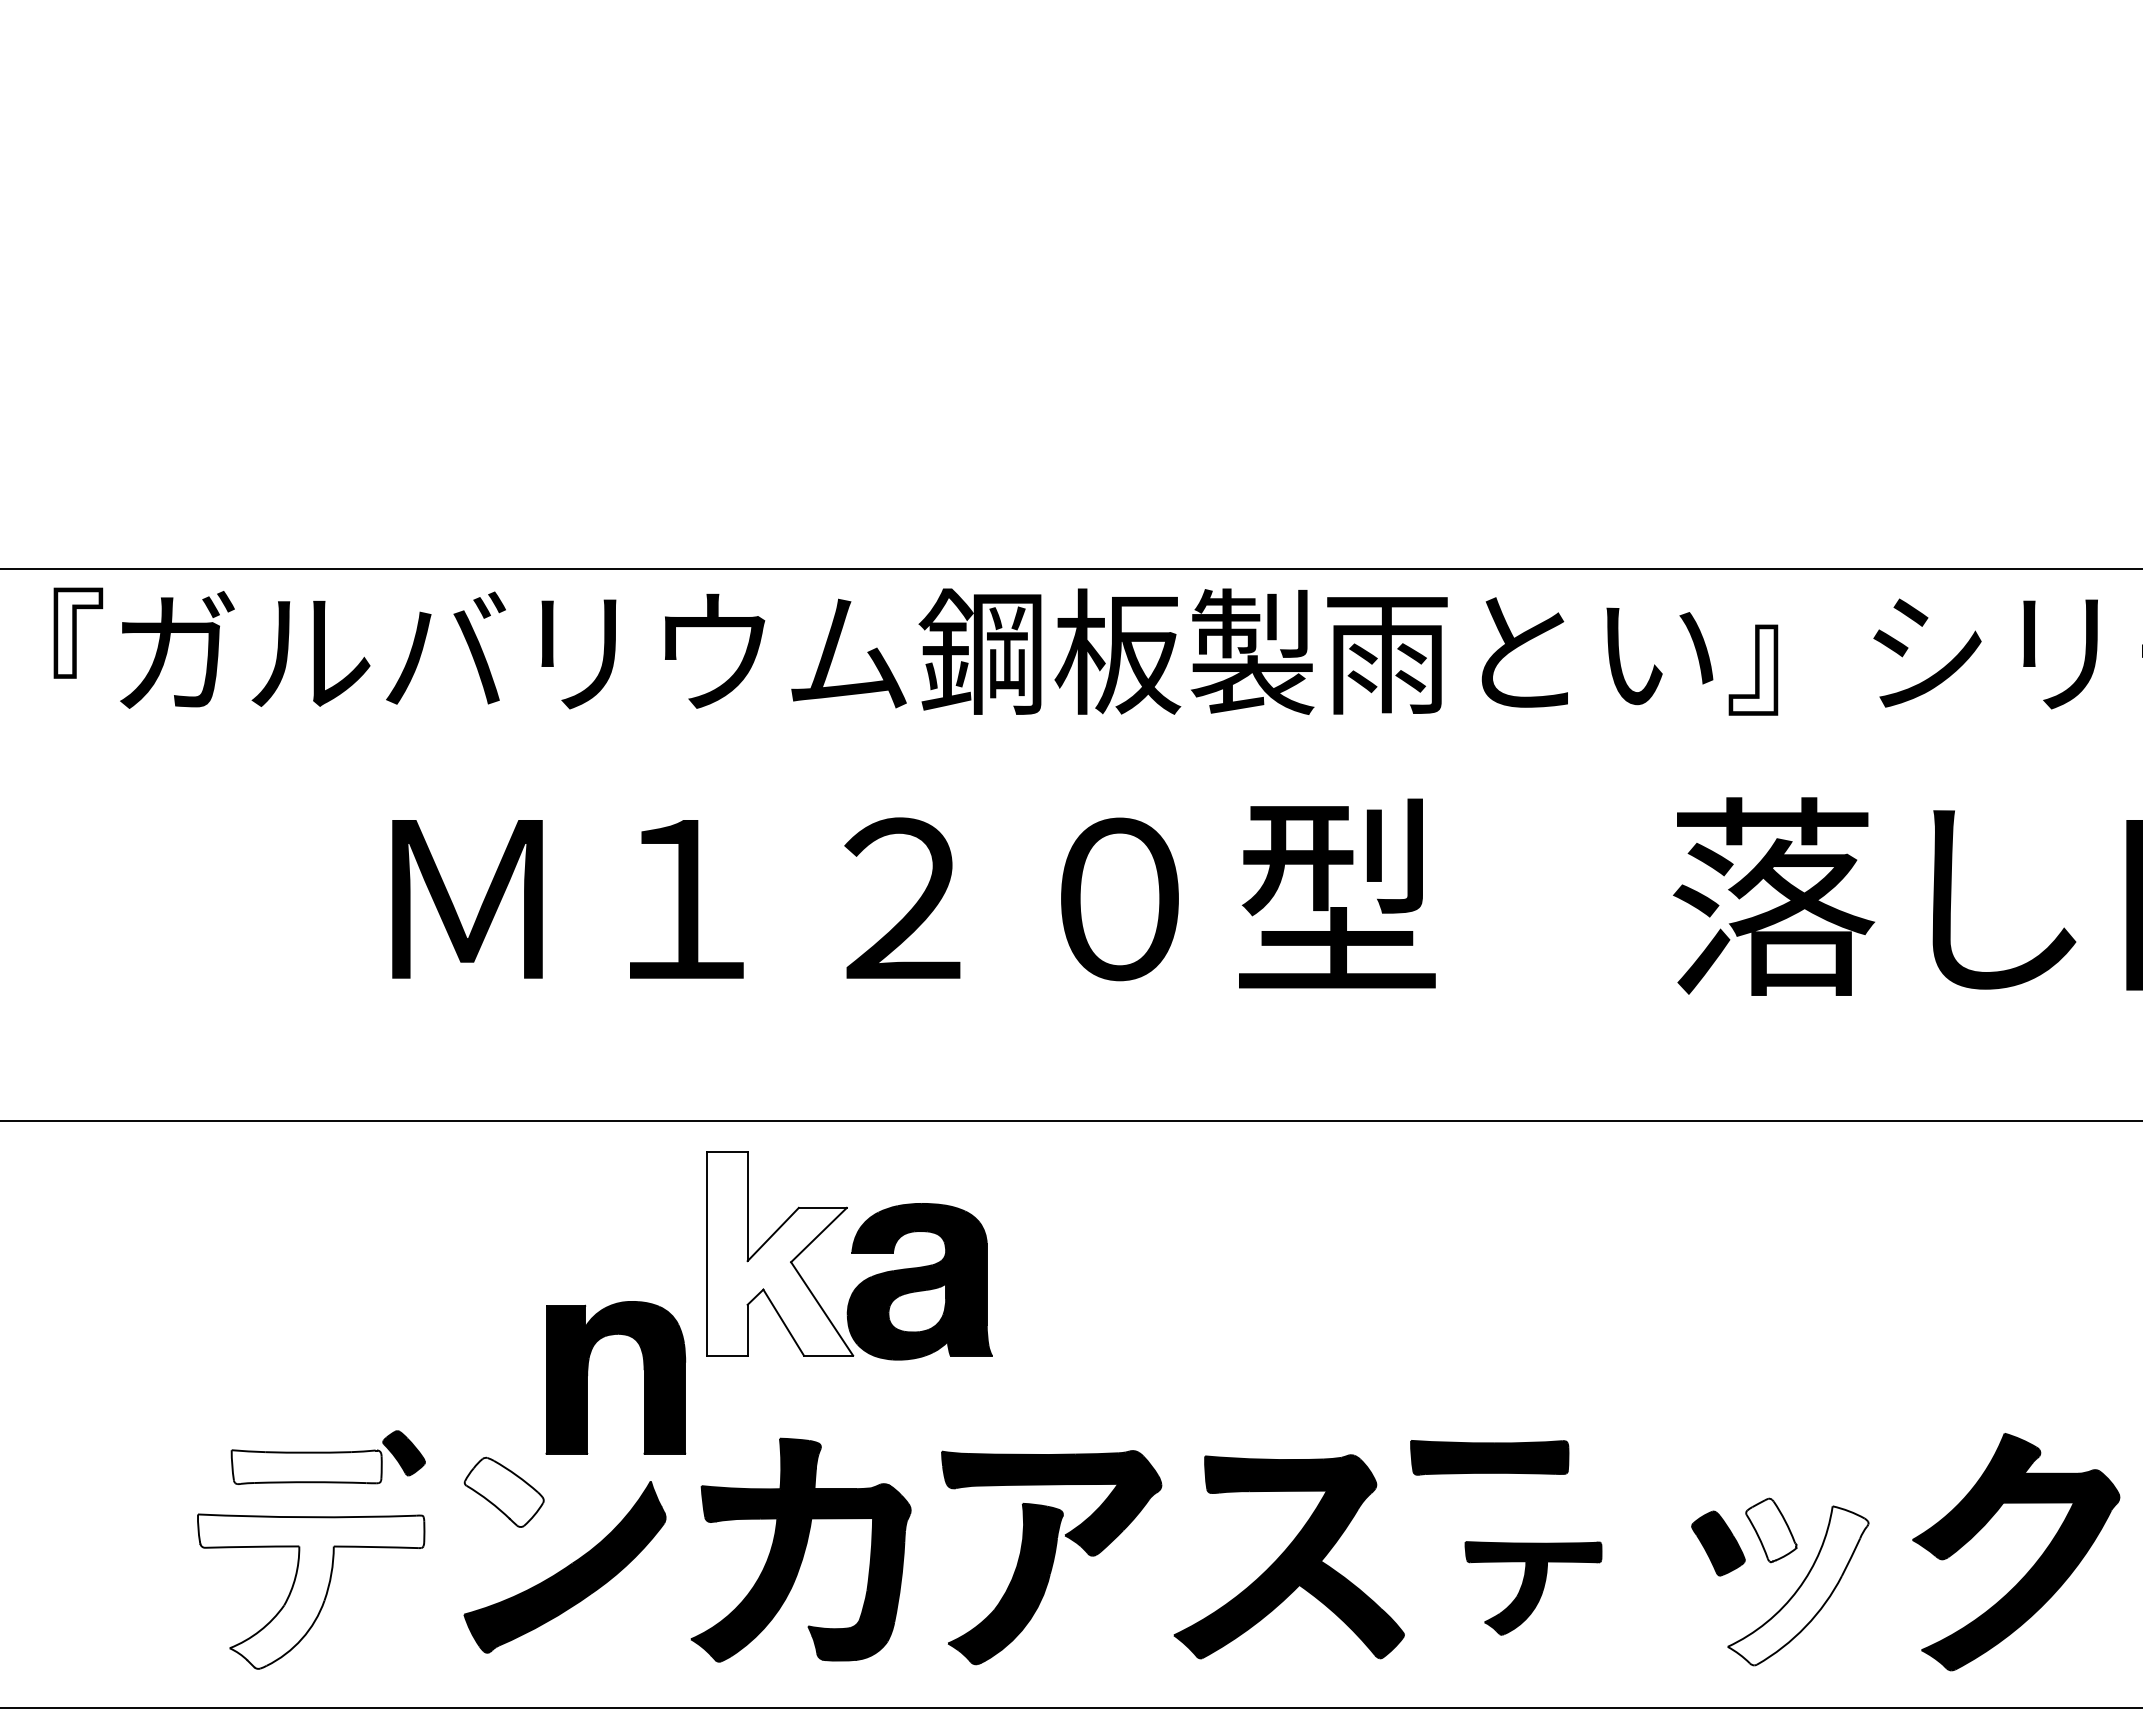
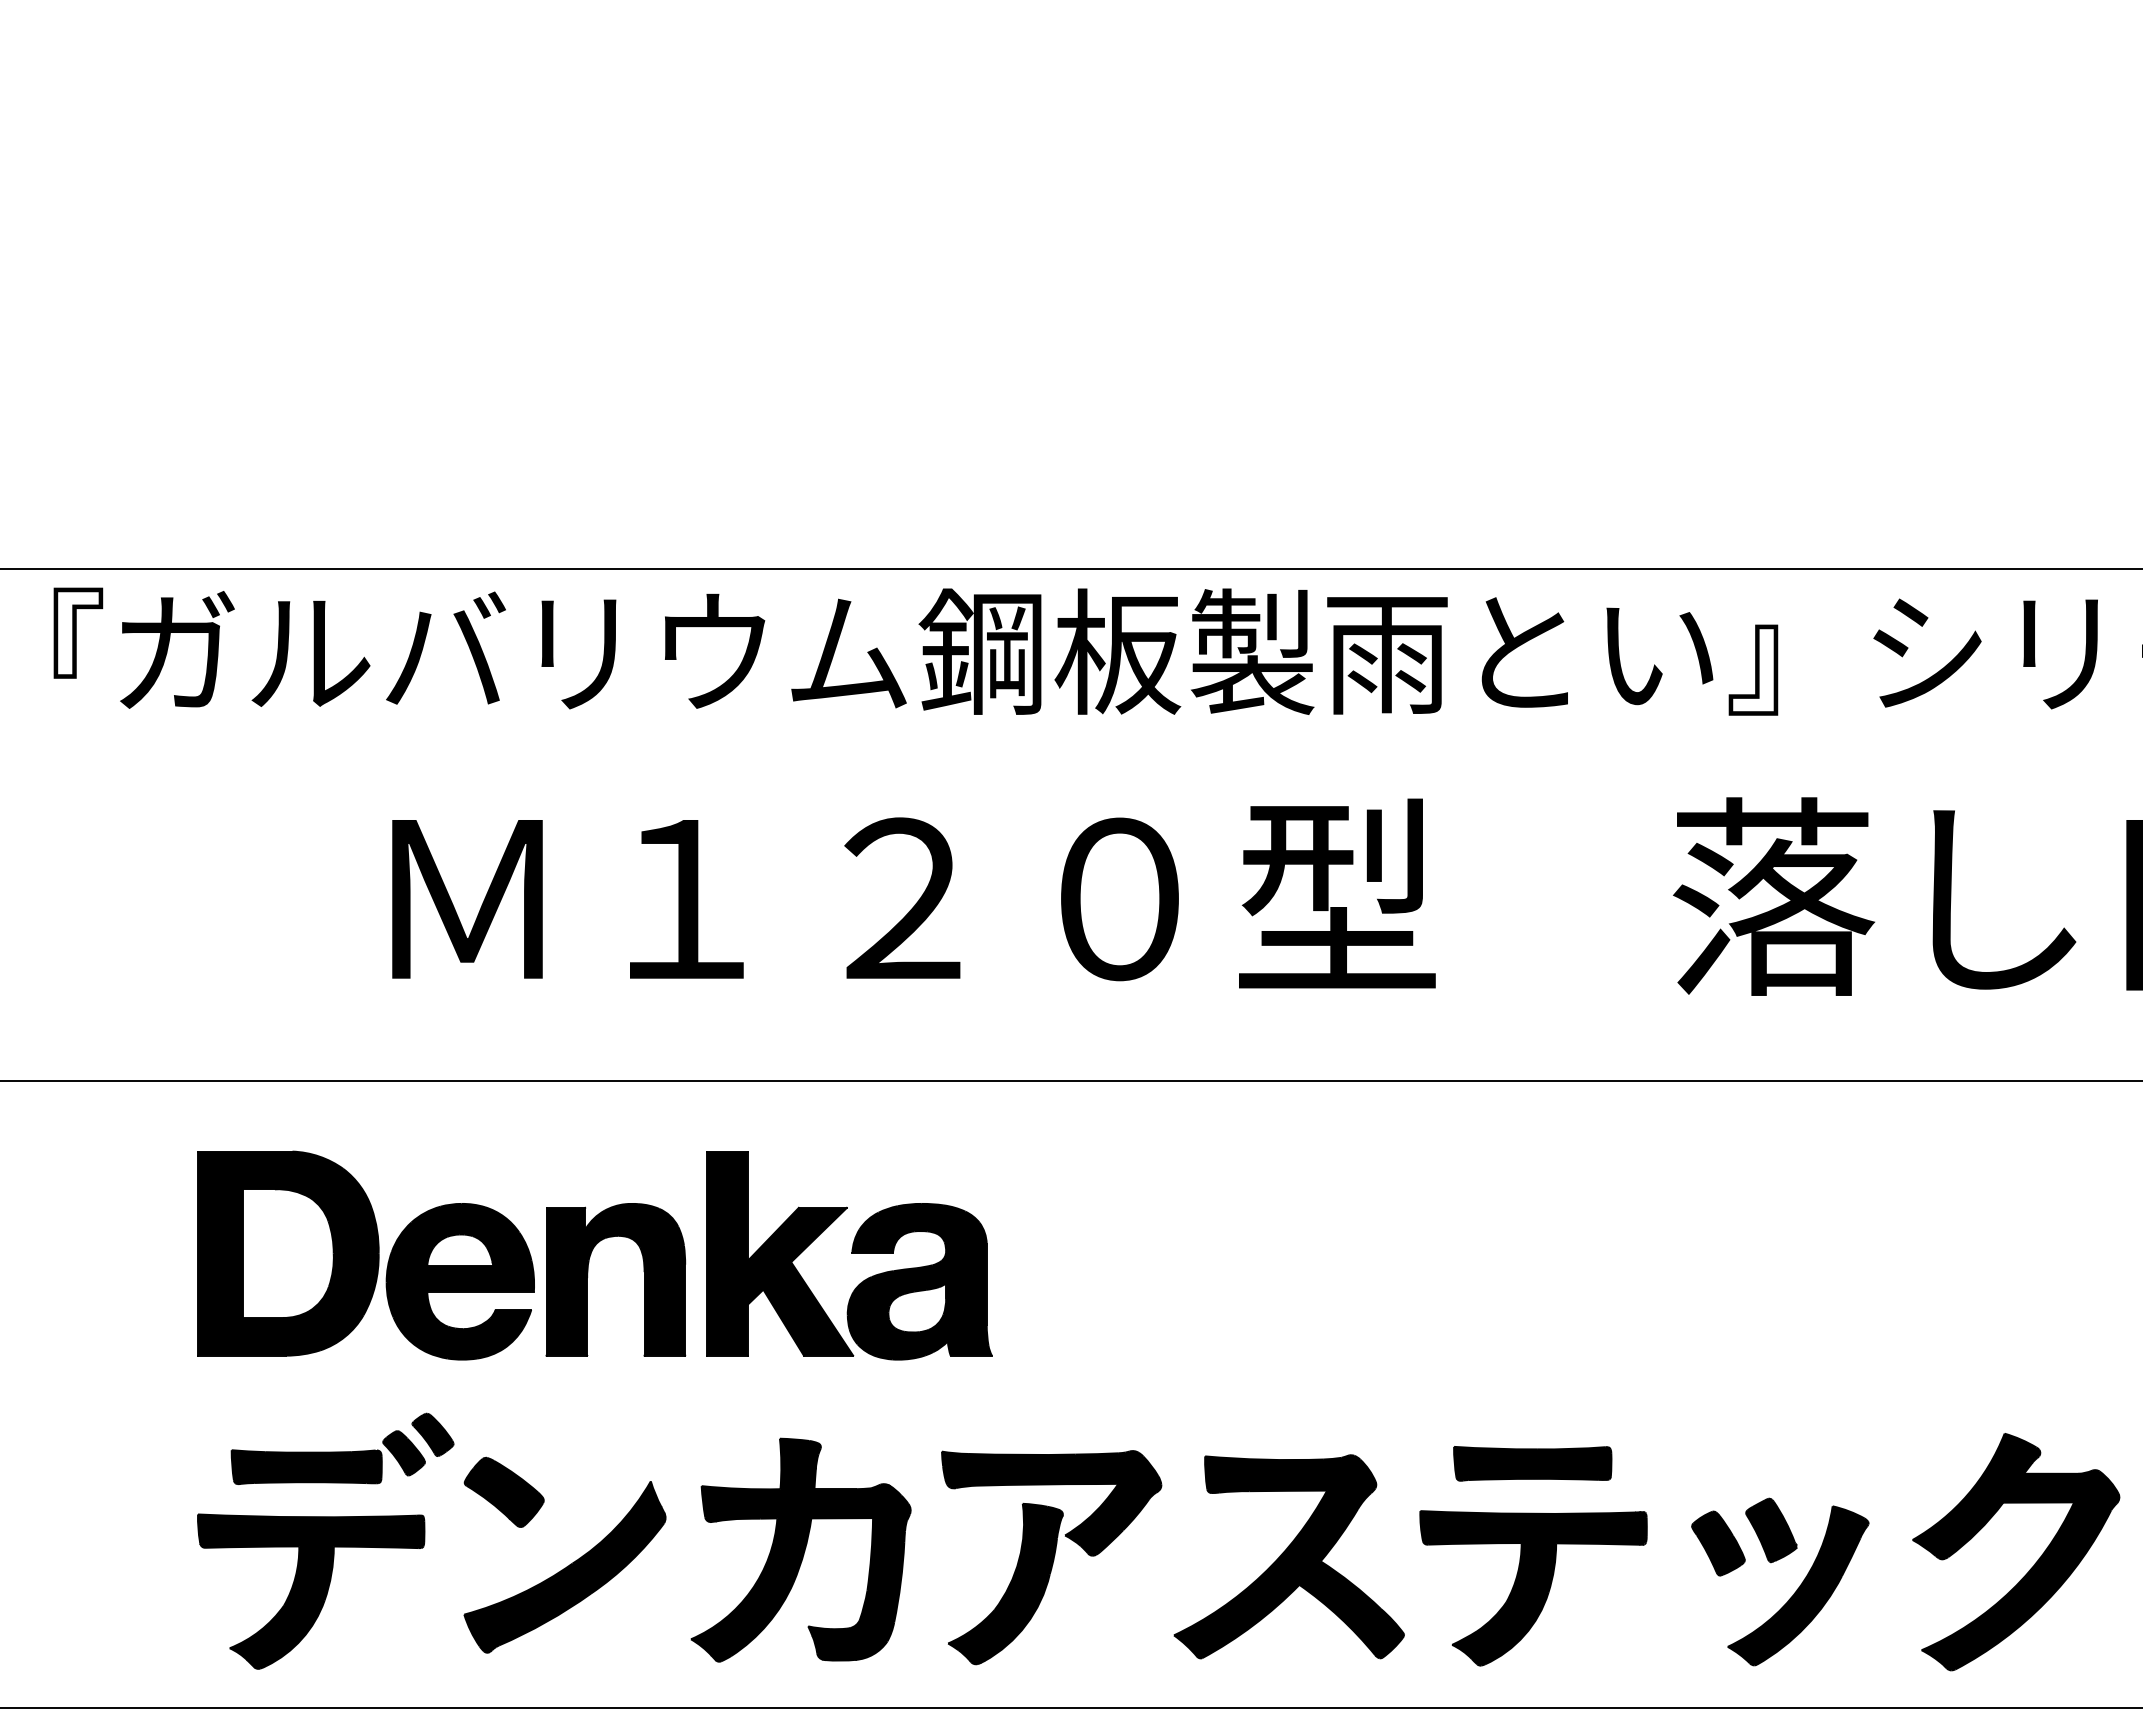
line at (1070, 1121) position: (1070, 1121) -> (1070, 1081)
fill at (780, 1253): none -> present
part at (365, 1255): none -> present
part at (588, 1375) position: (588, 1375) -> (588, 1277)
part at (432, 1434): none -> present
part at (1489, 1457) position: (1489, 1457) -> (1532, 1463)
fill at (306, 1467): none -> present
fill at (503, 1492): none -> present
fill at (1771, 1530): none -> present
fill at (1797, 1585): none -> present
part at (1533, 1588) size: 139x95 px -> 229x157 px
fill at (311, 1591): none -> present
